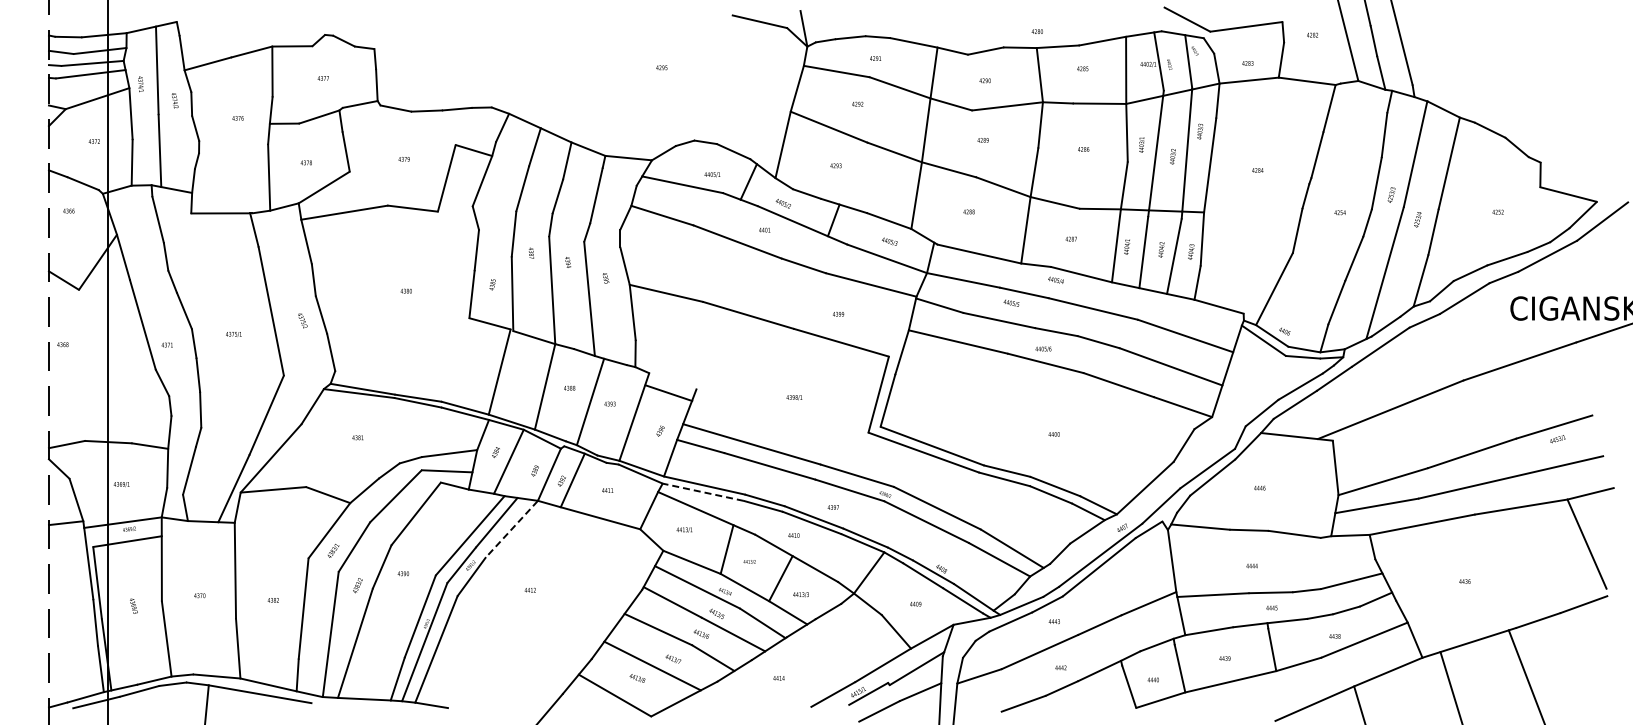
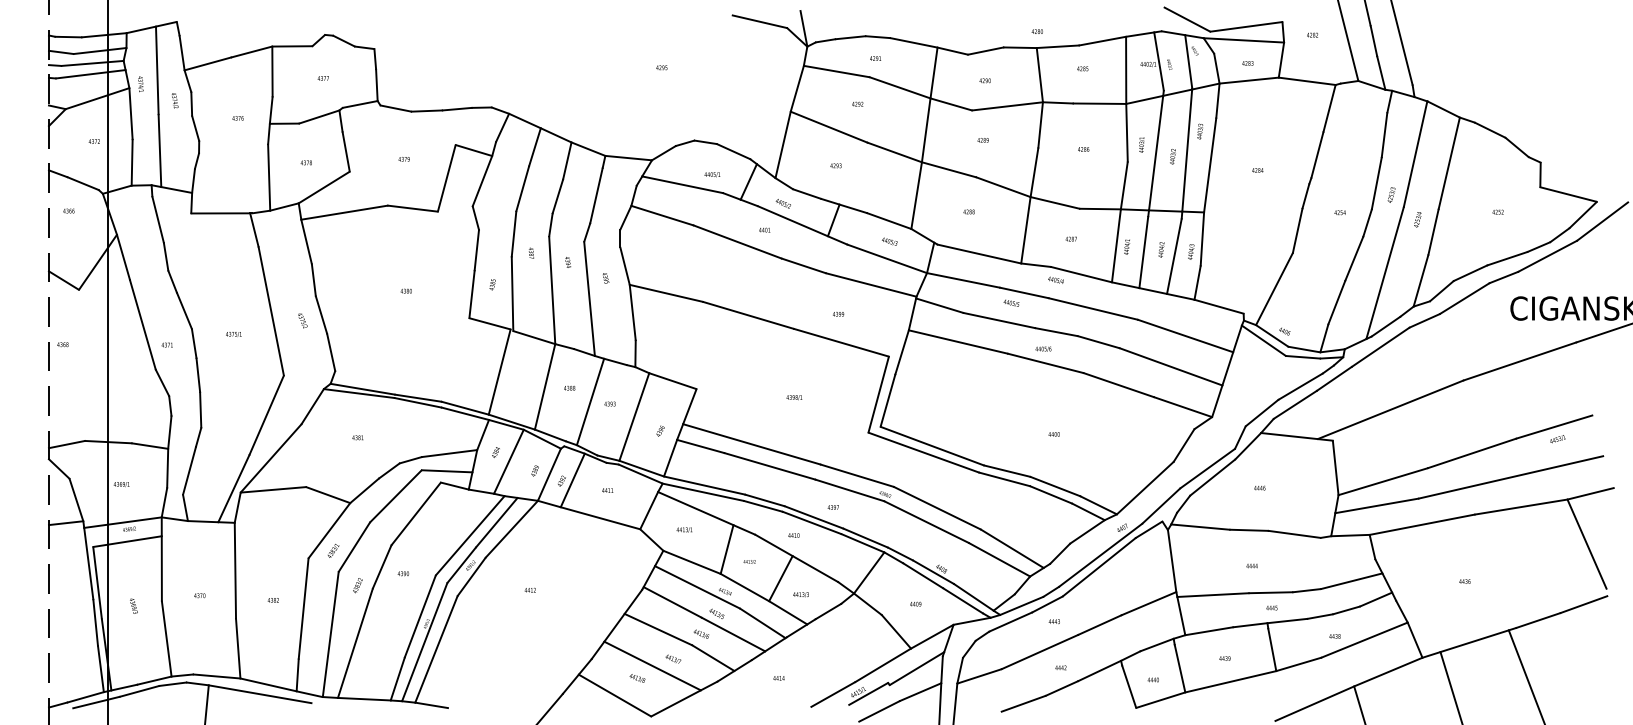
line at (1243, 40): none -> present
line at (668, 393) position: (668, 393) -> (672, 381)
line at (702, 492): dashed -> solid
line at (511, 529): dashed -> solid
